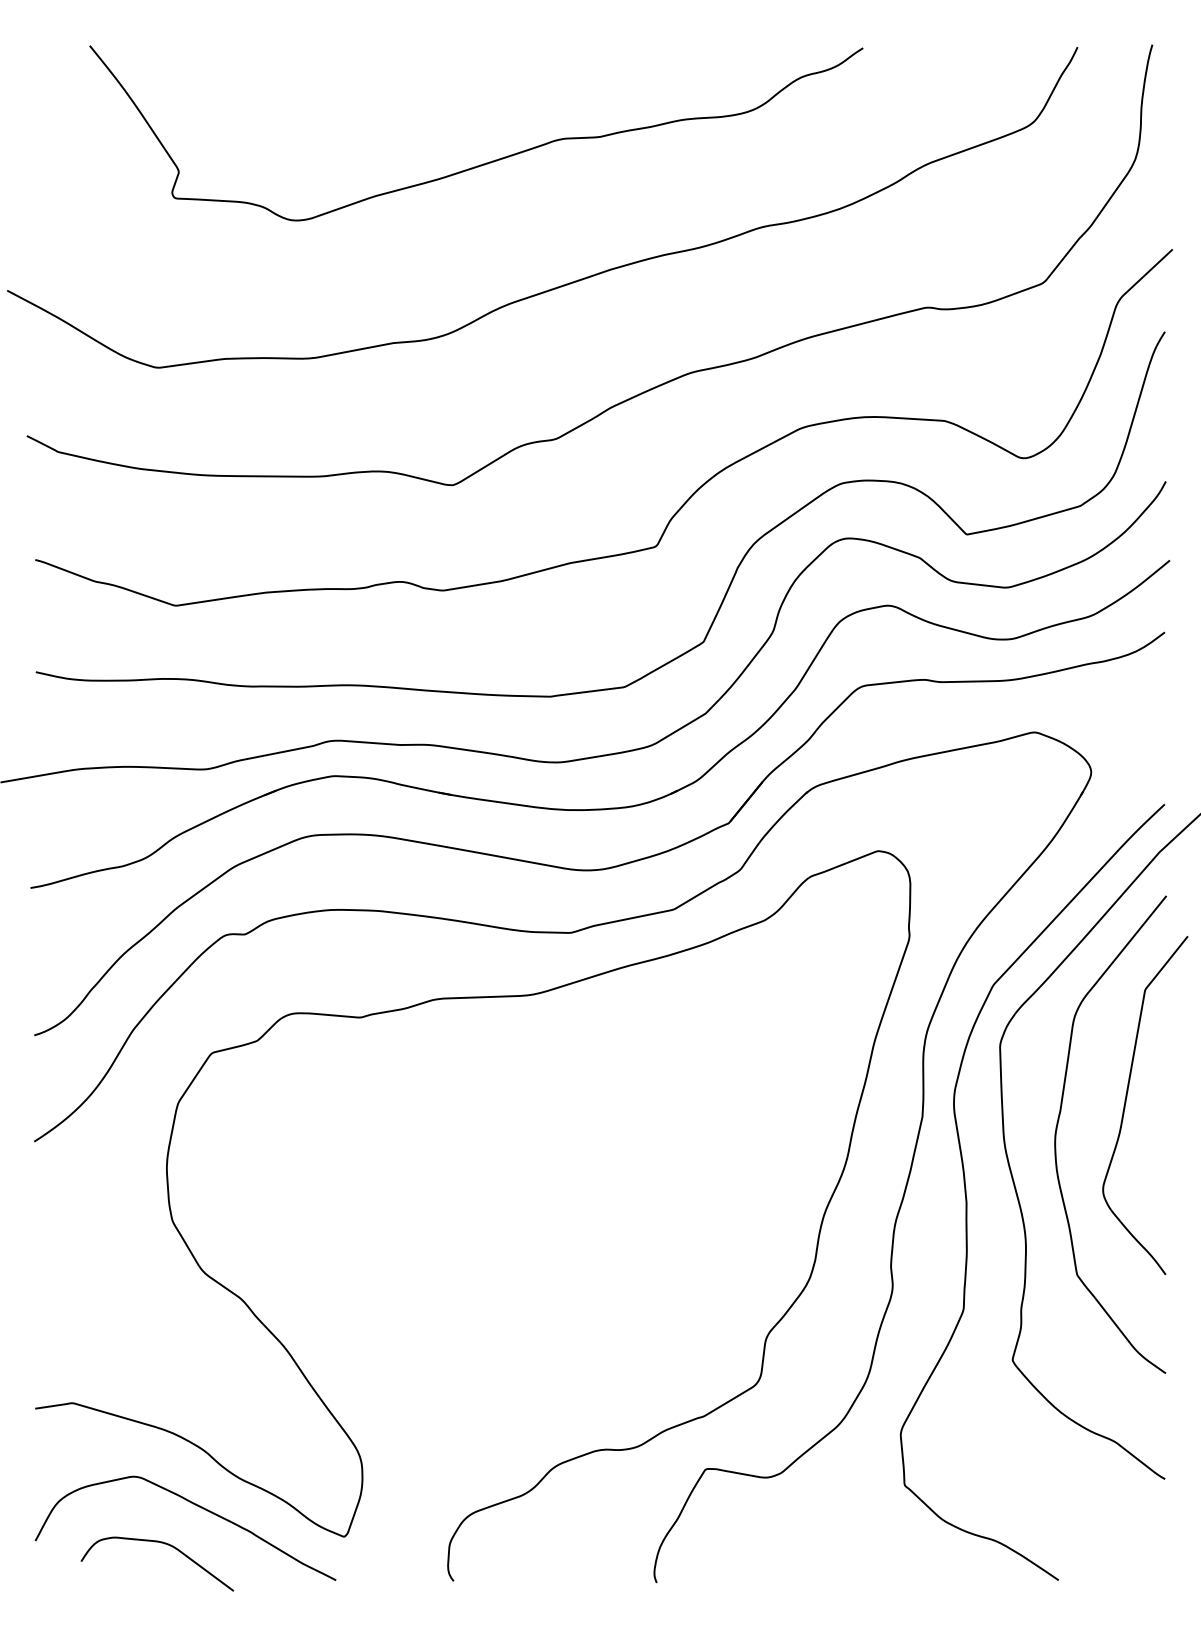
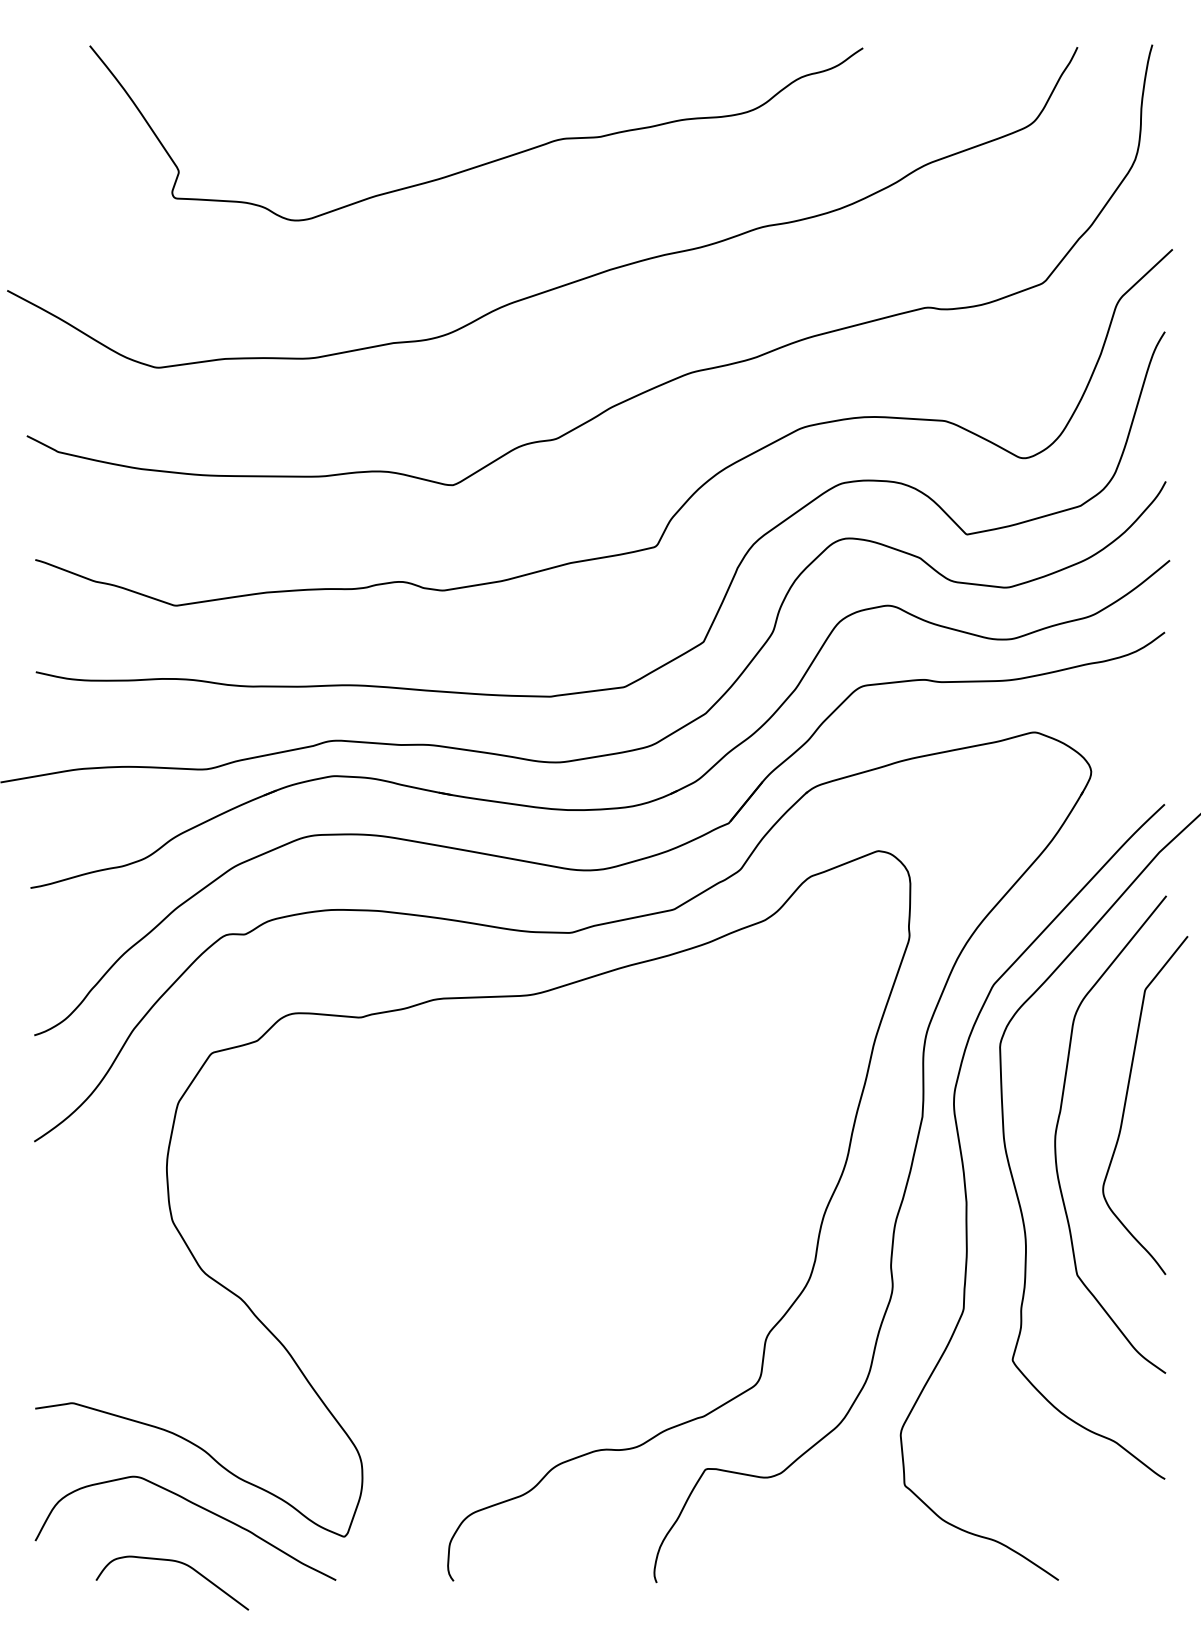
curve at (164, 1544) position: (164, 1544) -> (179, 1563)
